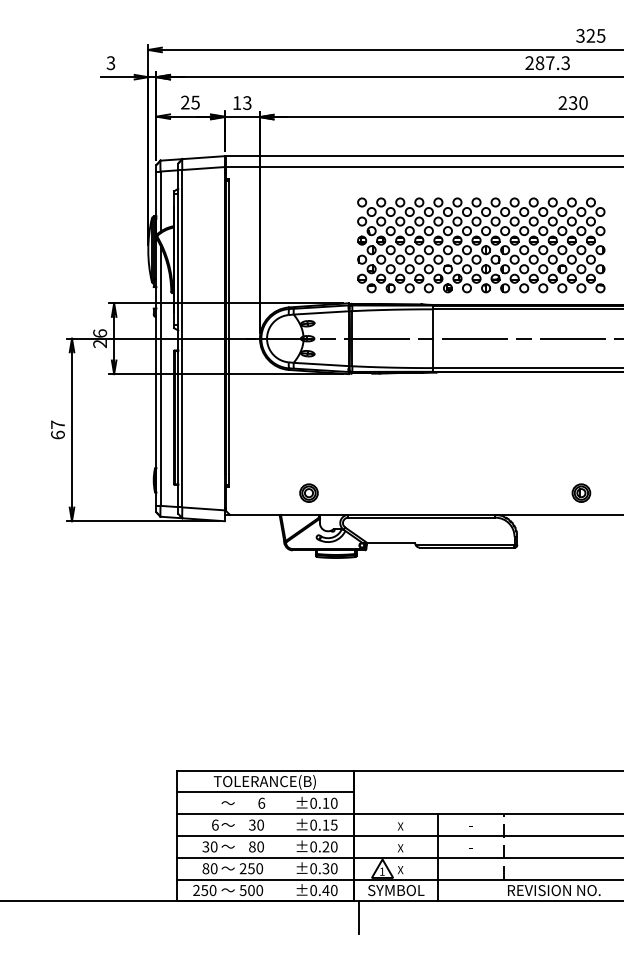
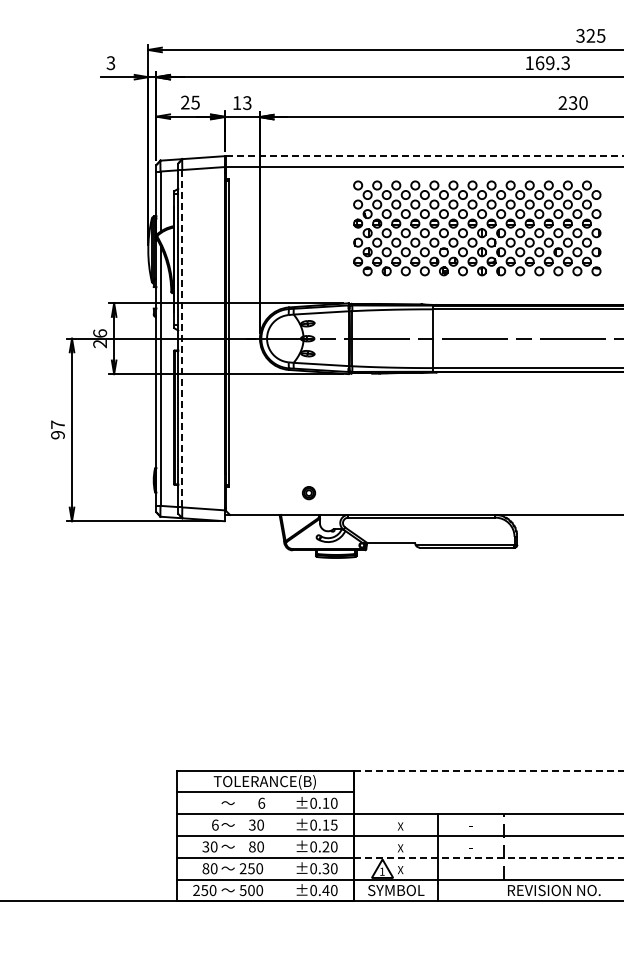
text at (539, 63): 287.3 -> 169.3
line at (424, 156): solid -> dashed
part at (481, 245) position: (481, 245) -> (477, 228)
line at (182, 338): solid -> dashed
text at (57, 434): 67 -> 97
part at (308, 492) size: 20x20 px -> 15x15 px
part at (581, 492): present -> none
line at (488, 770): solid -> dashed
line at (488, 857): solid -> dashed
line at (359, 917): present -> none
